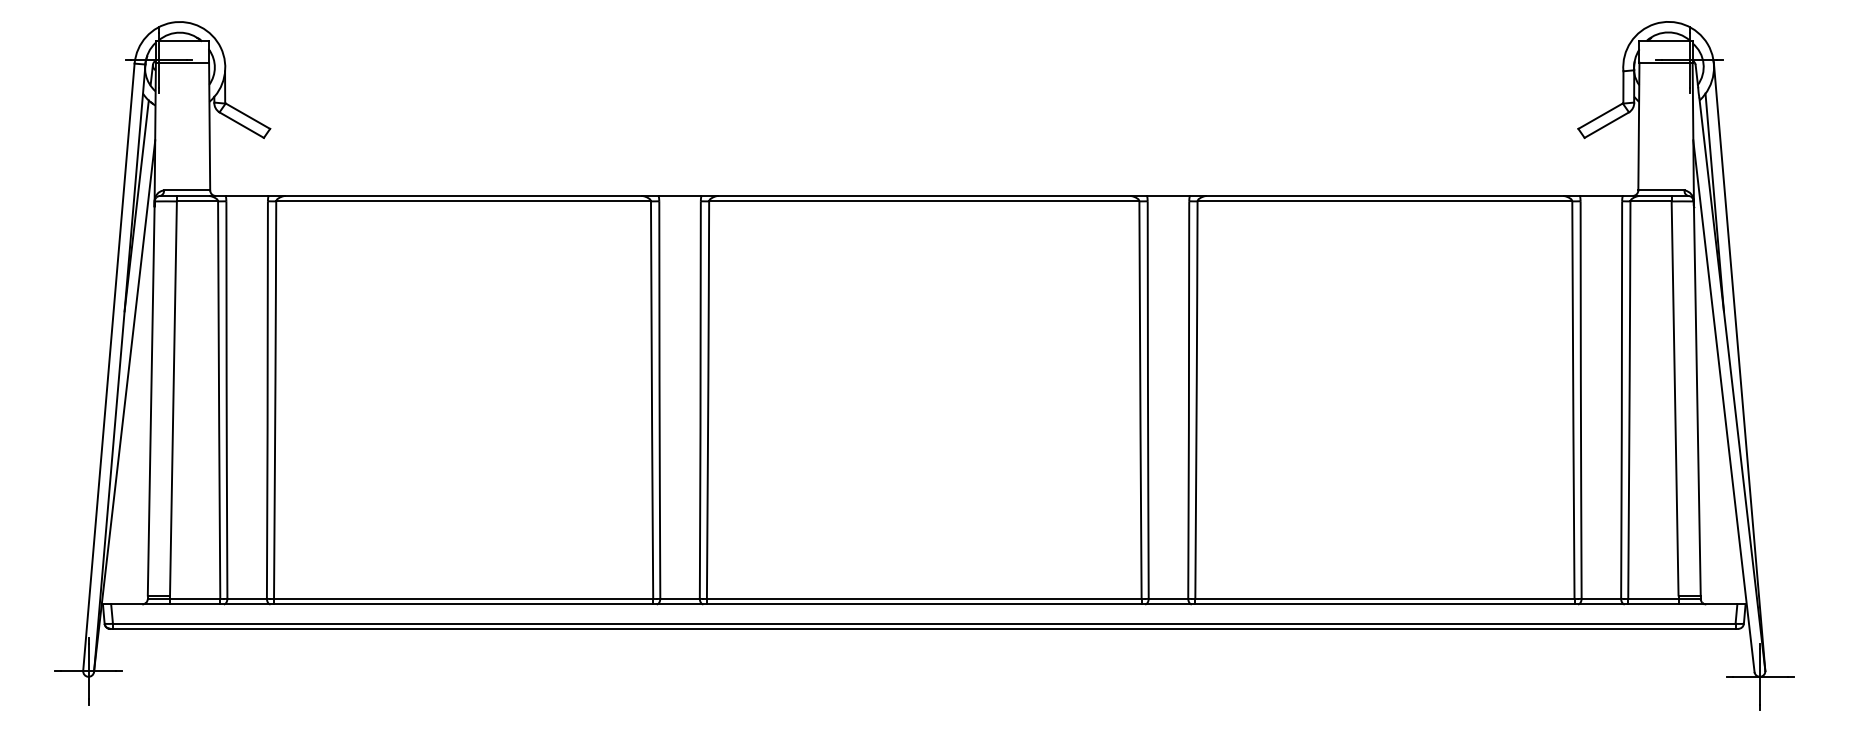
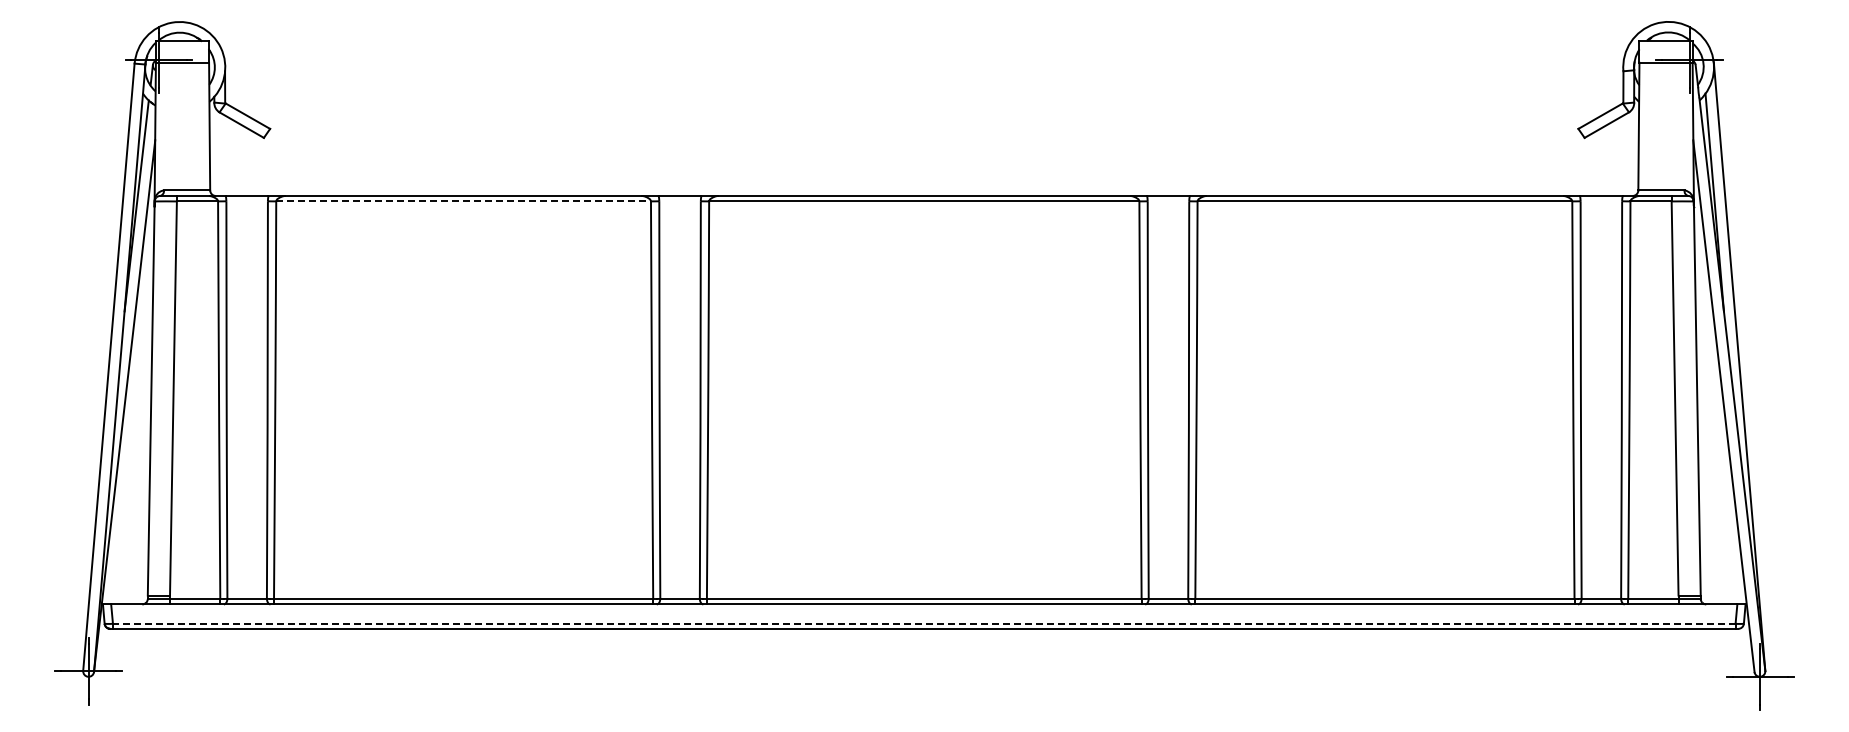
line at (464, 201): solid -> dashed
line at (923, 623): solid -> dashed
